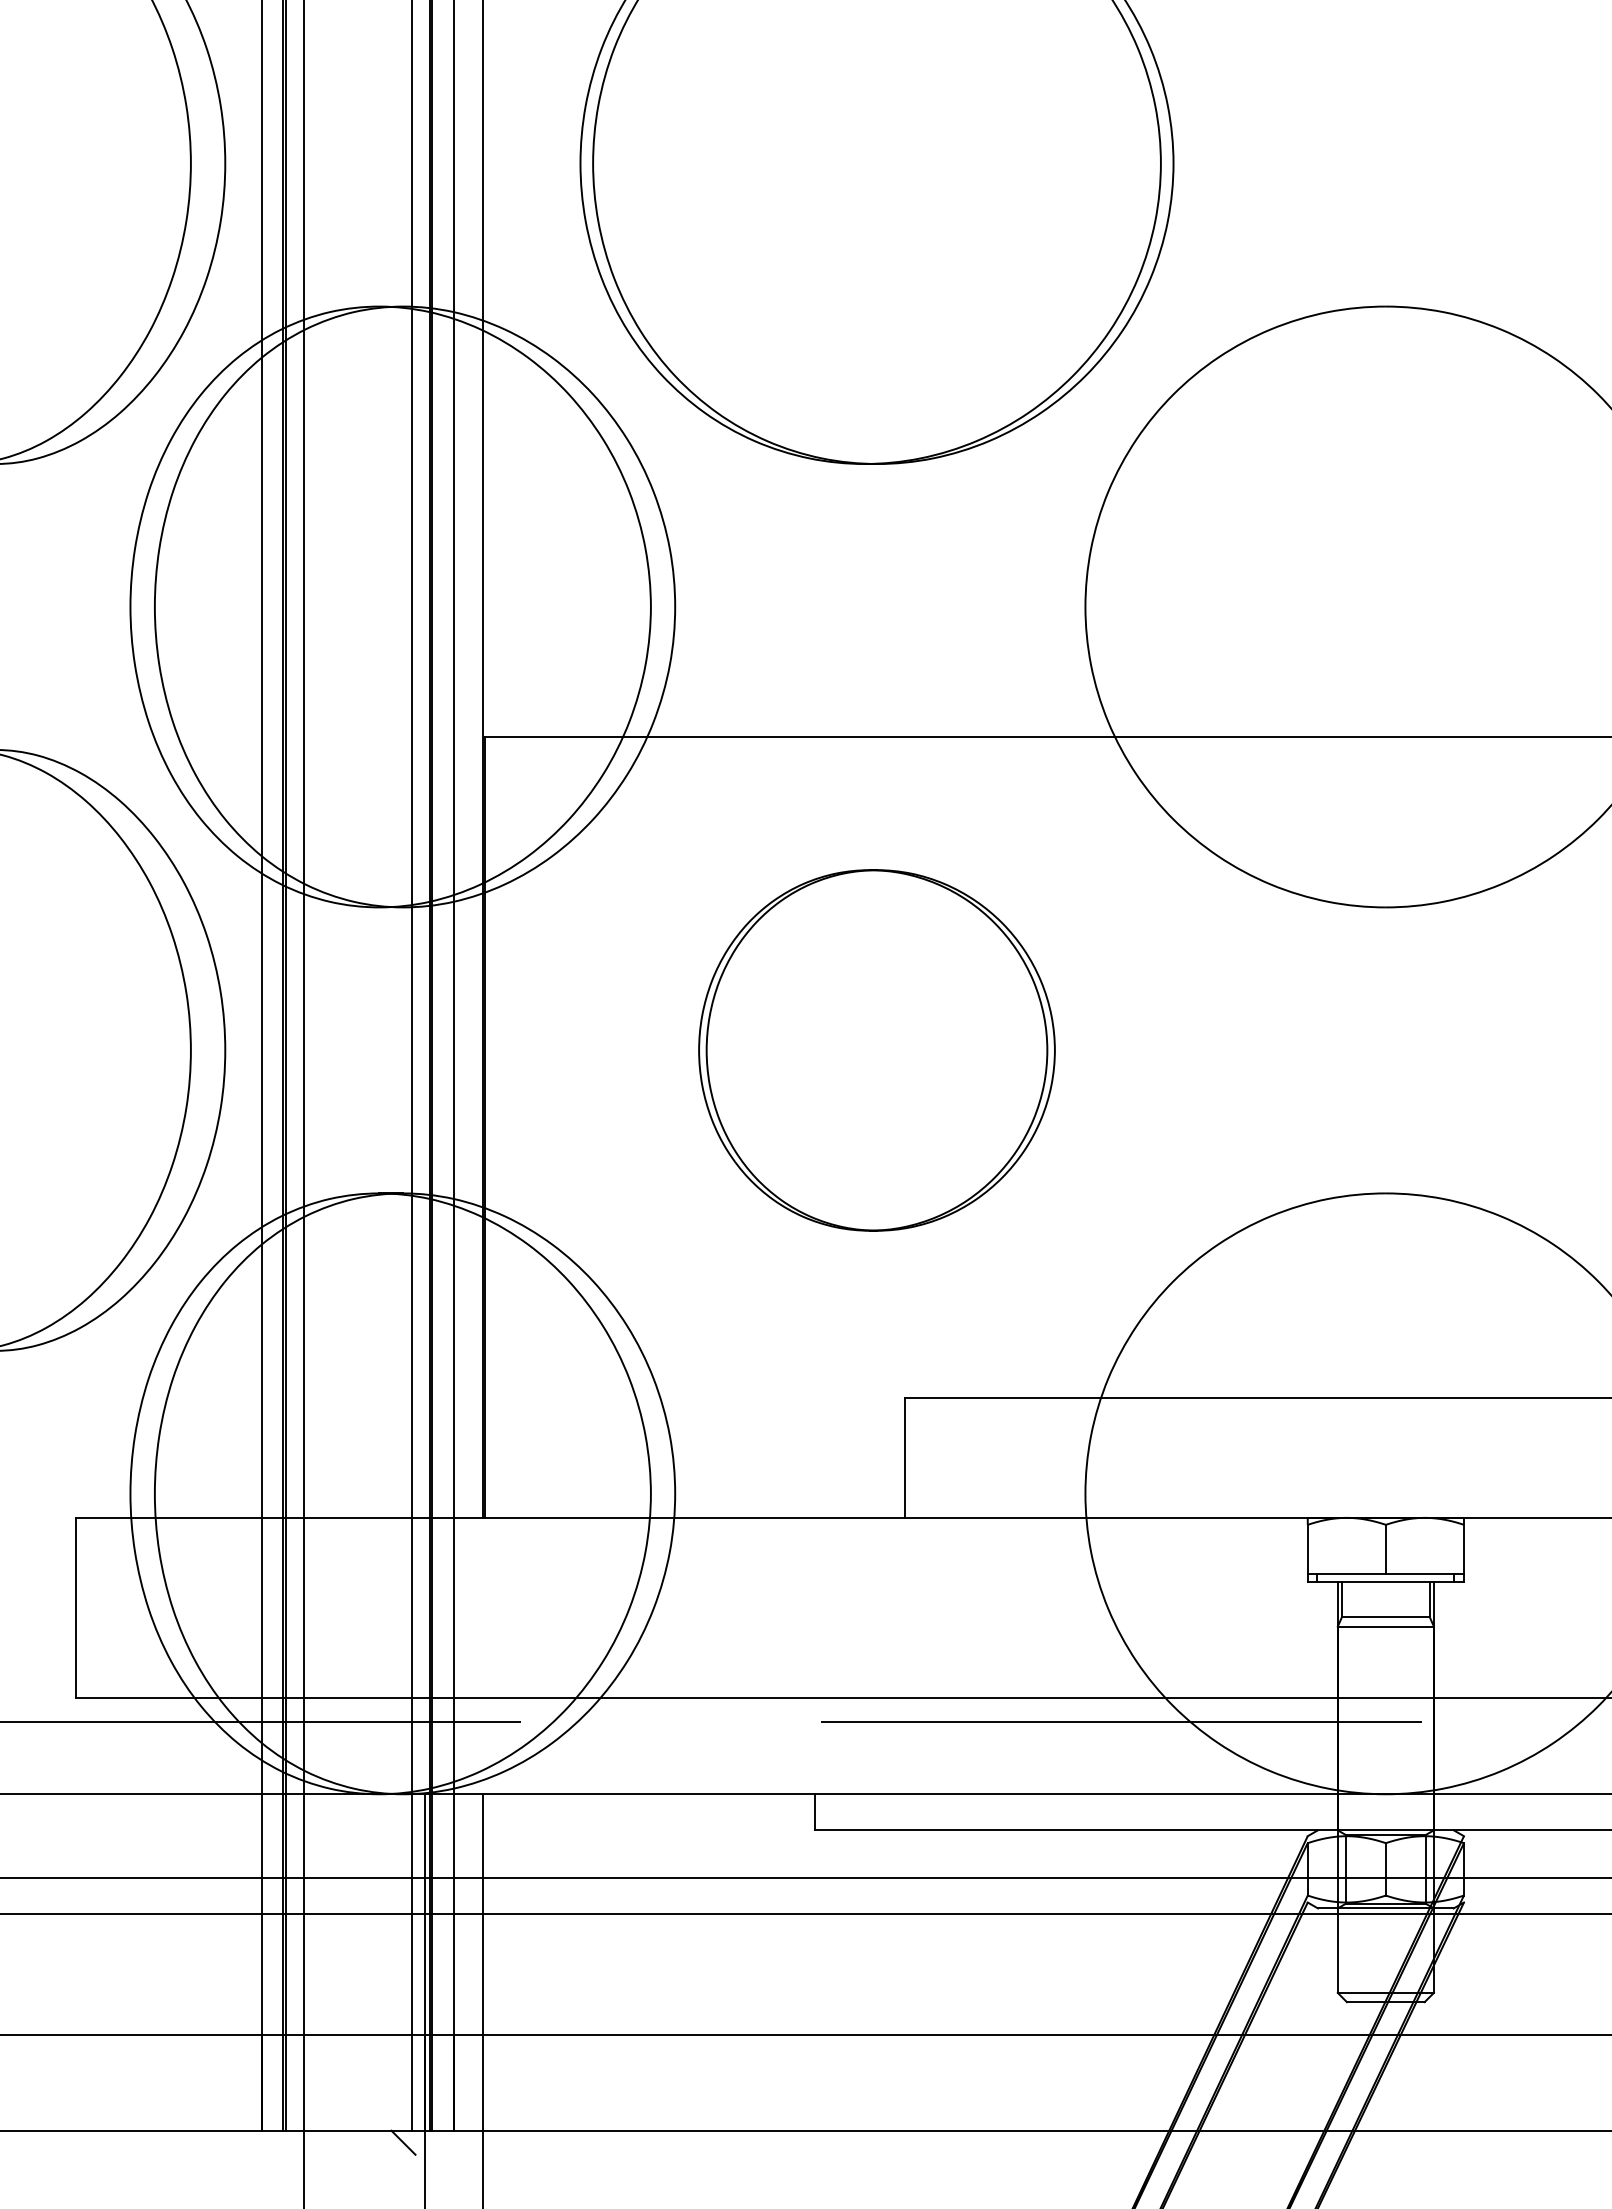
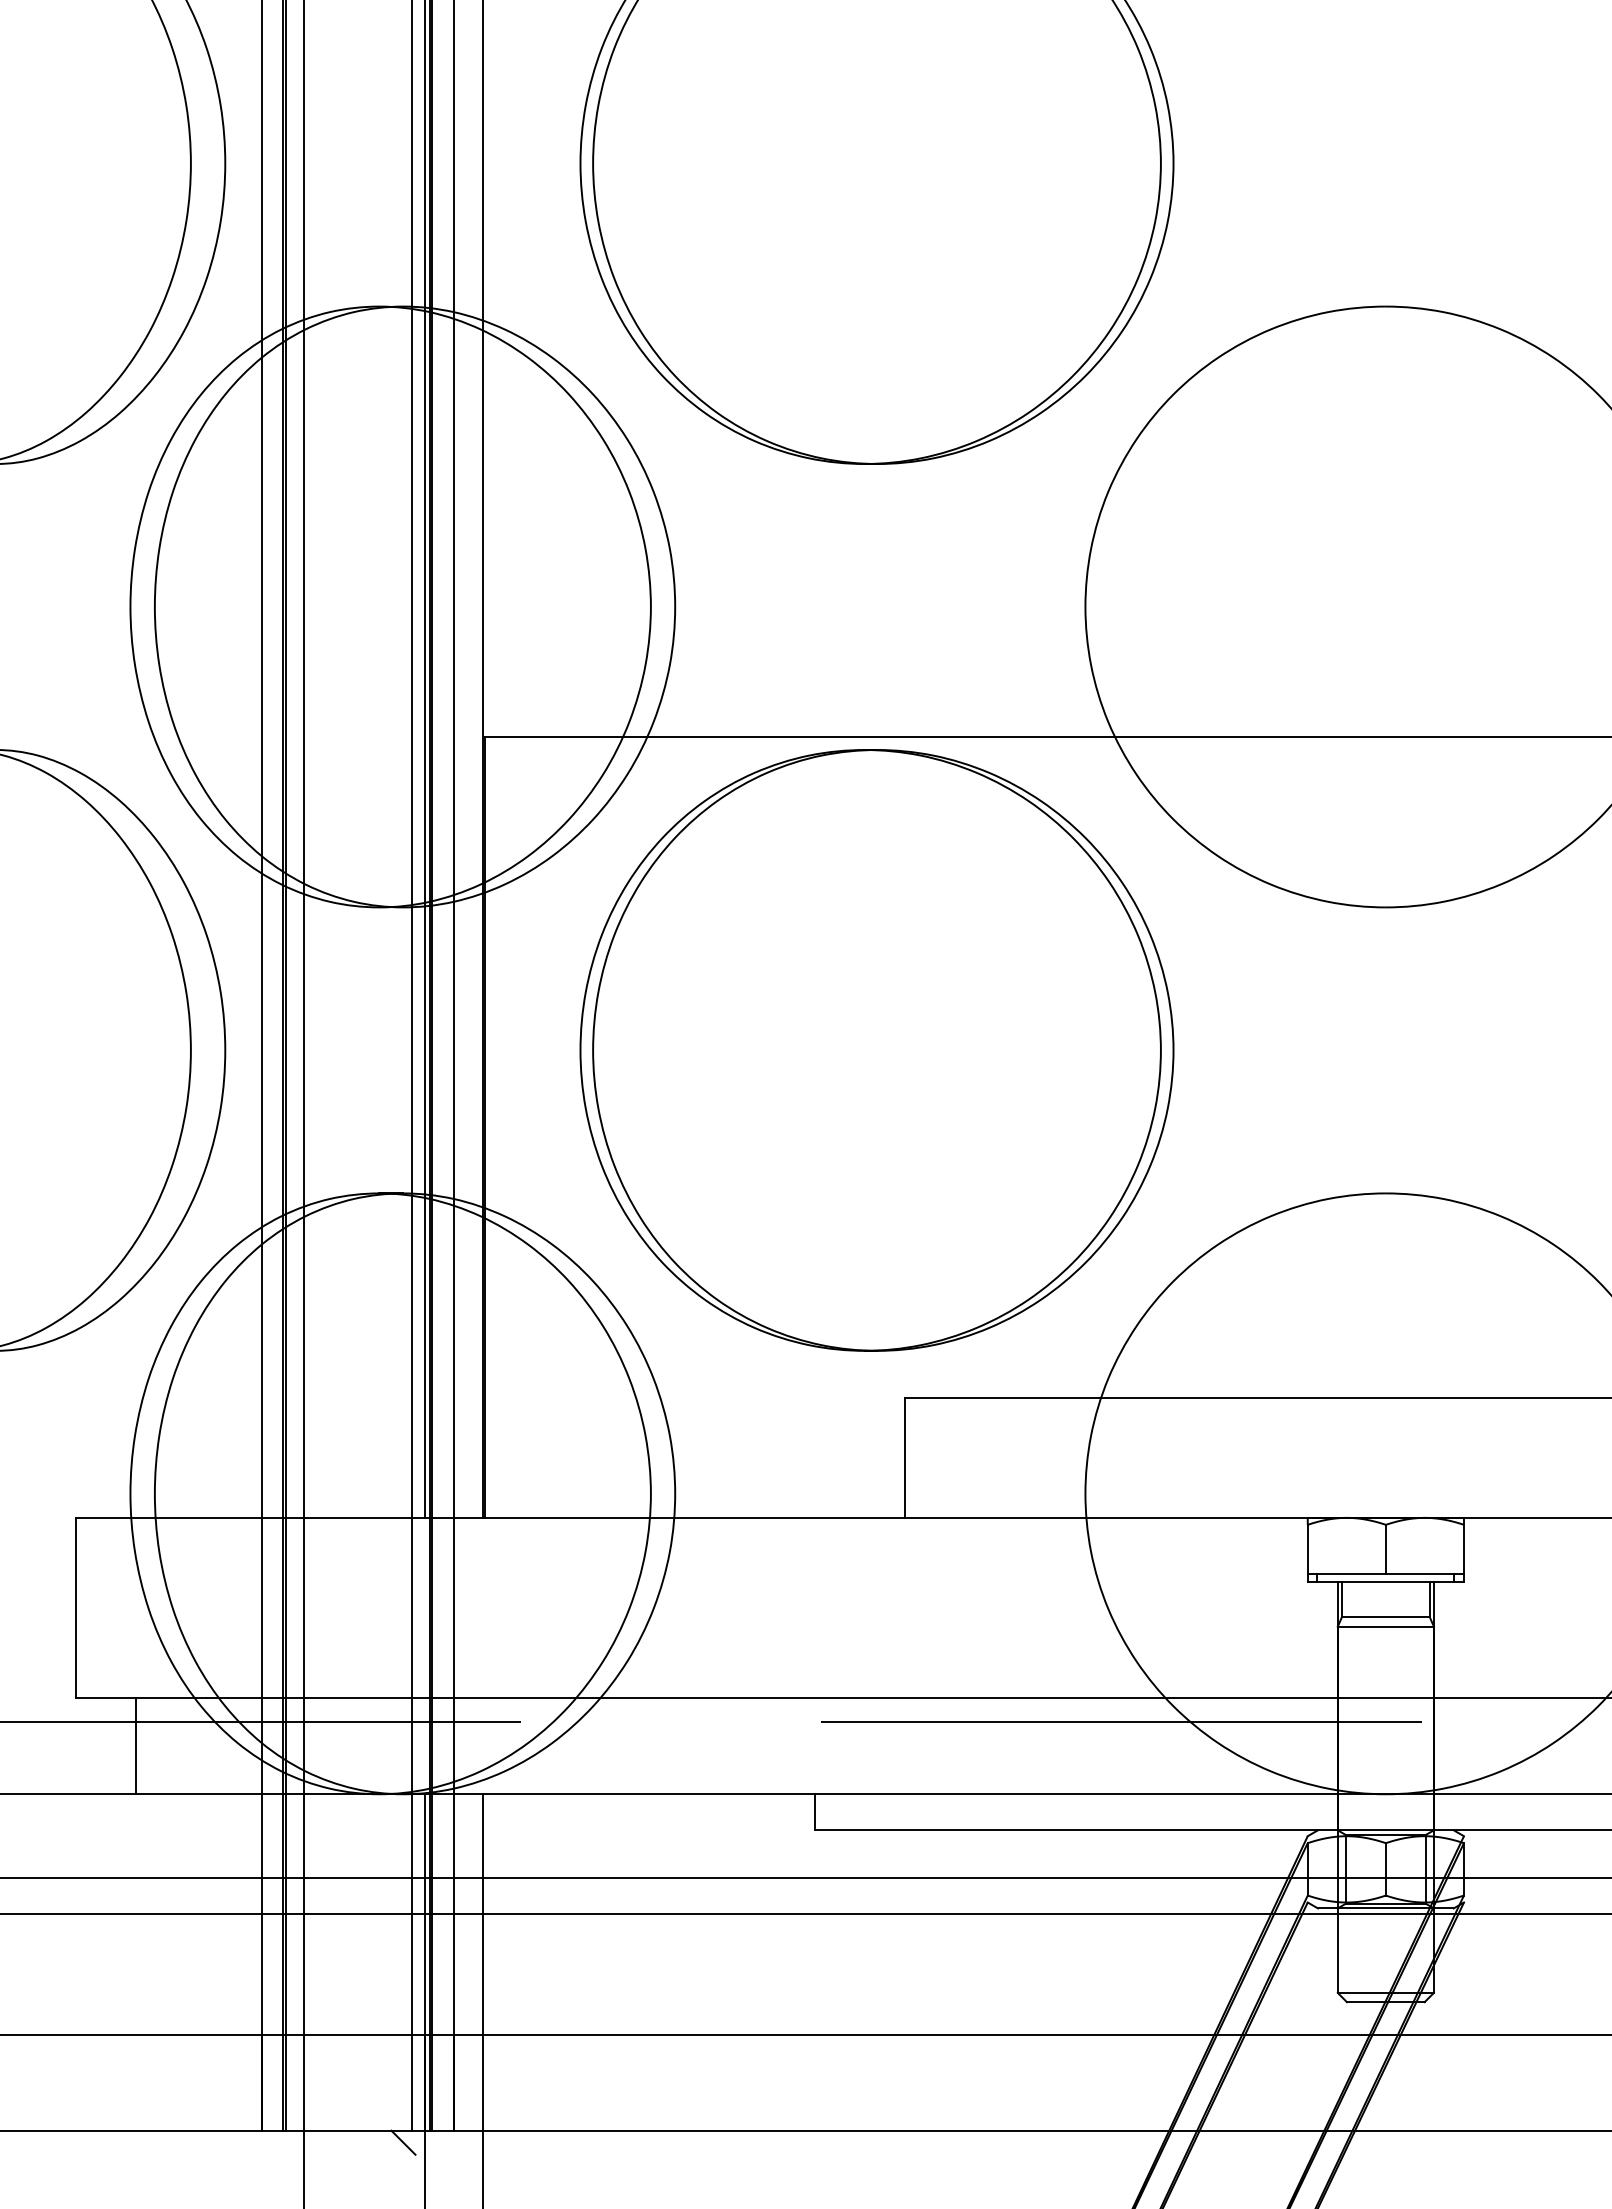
line at (424, 759): none -> present
part at (876, 1050) size: 358x363 px -> 596x603 px
line at (136, 1746): none -> present
